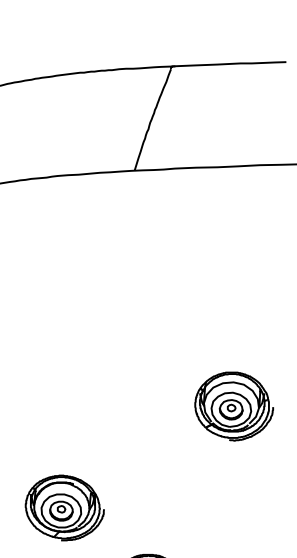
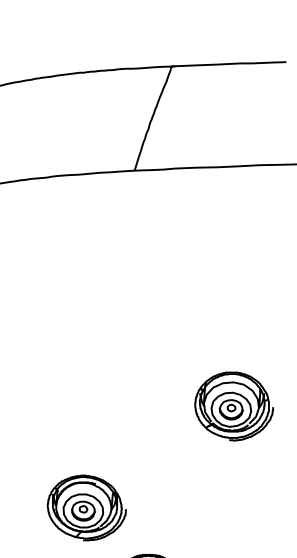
part at (64, 507) position: (64, 507) -> (86, 507)
